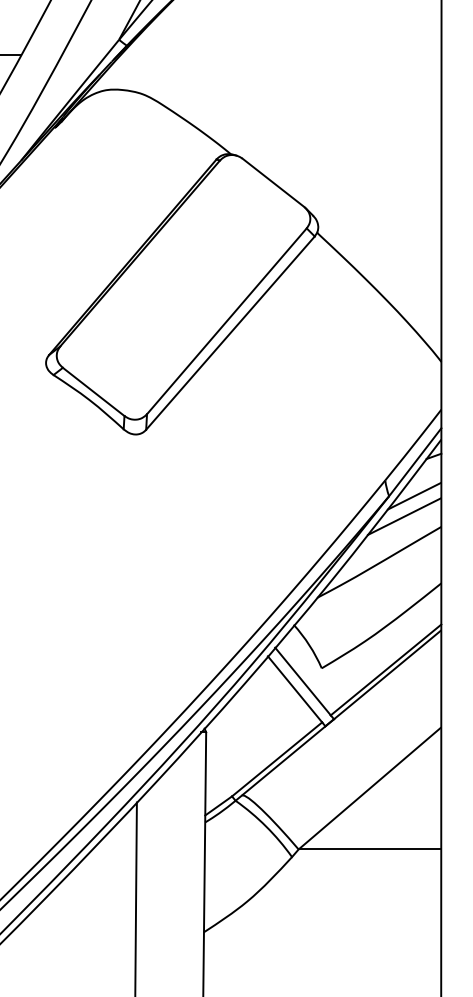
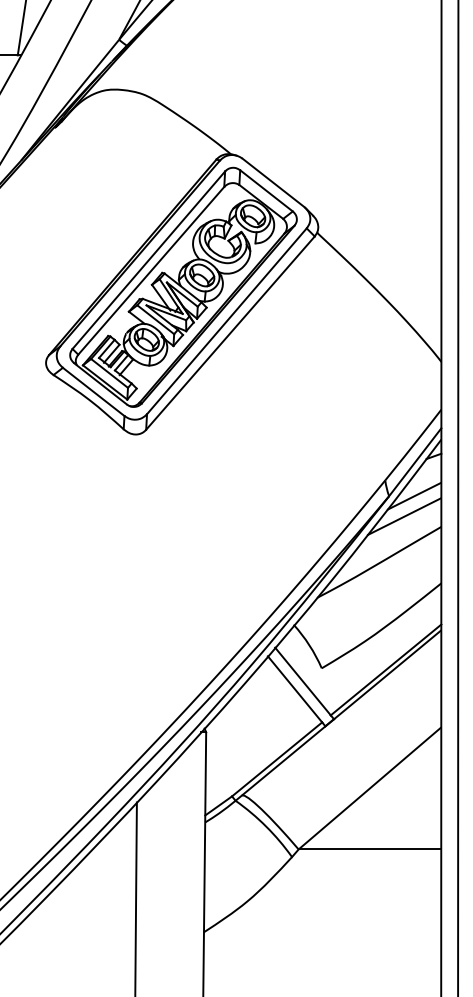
line at (21, 28): none -> present
part at (183, 286): none -> present
line at (458, 497): none -> present
